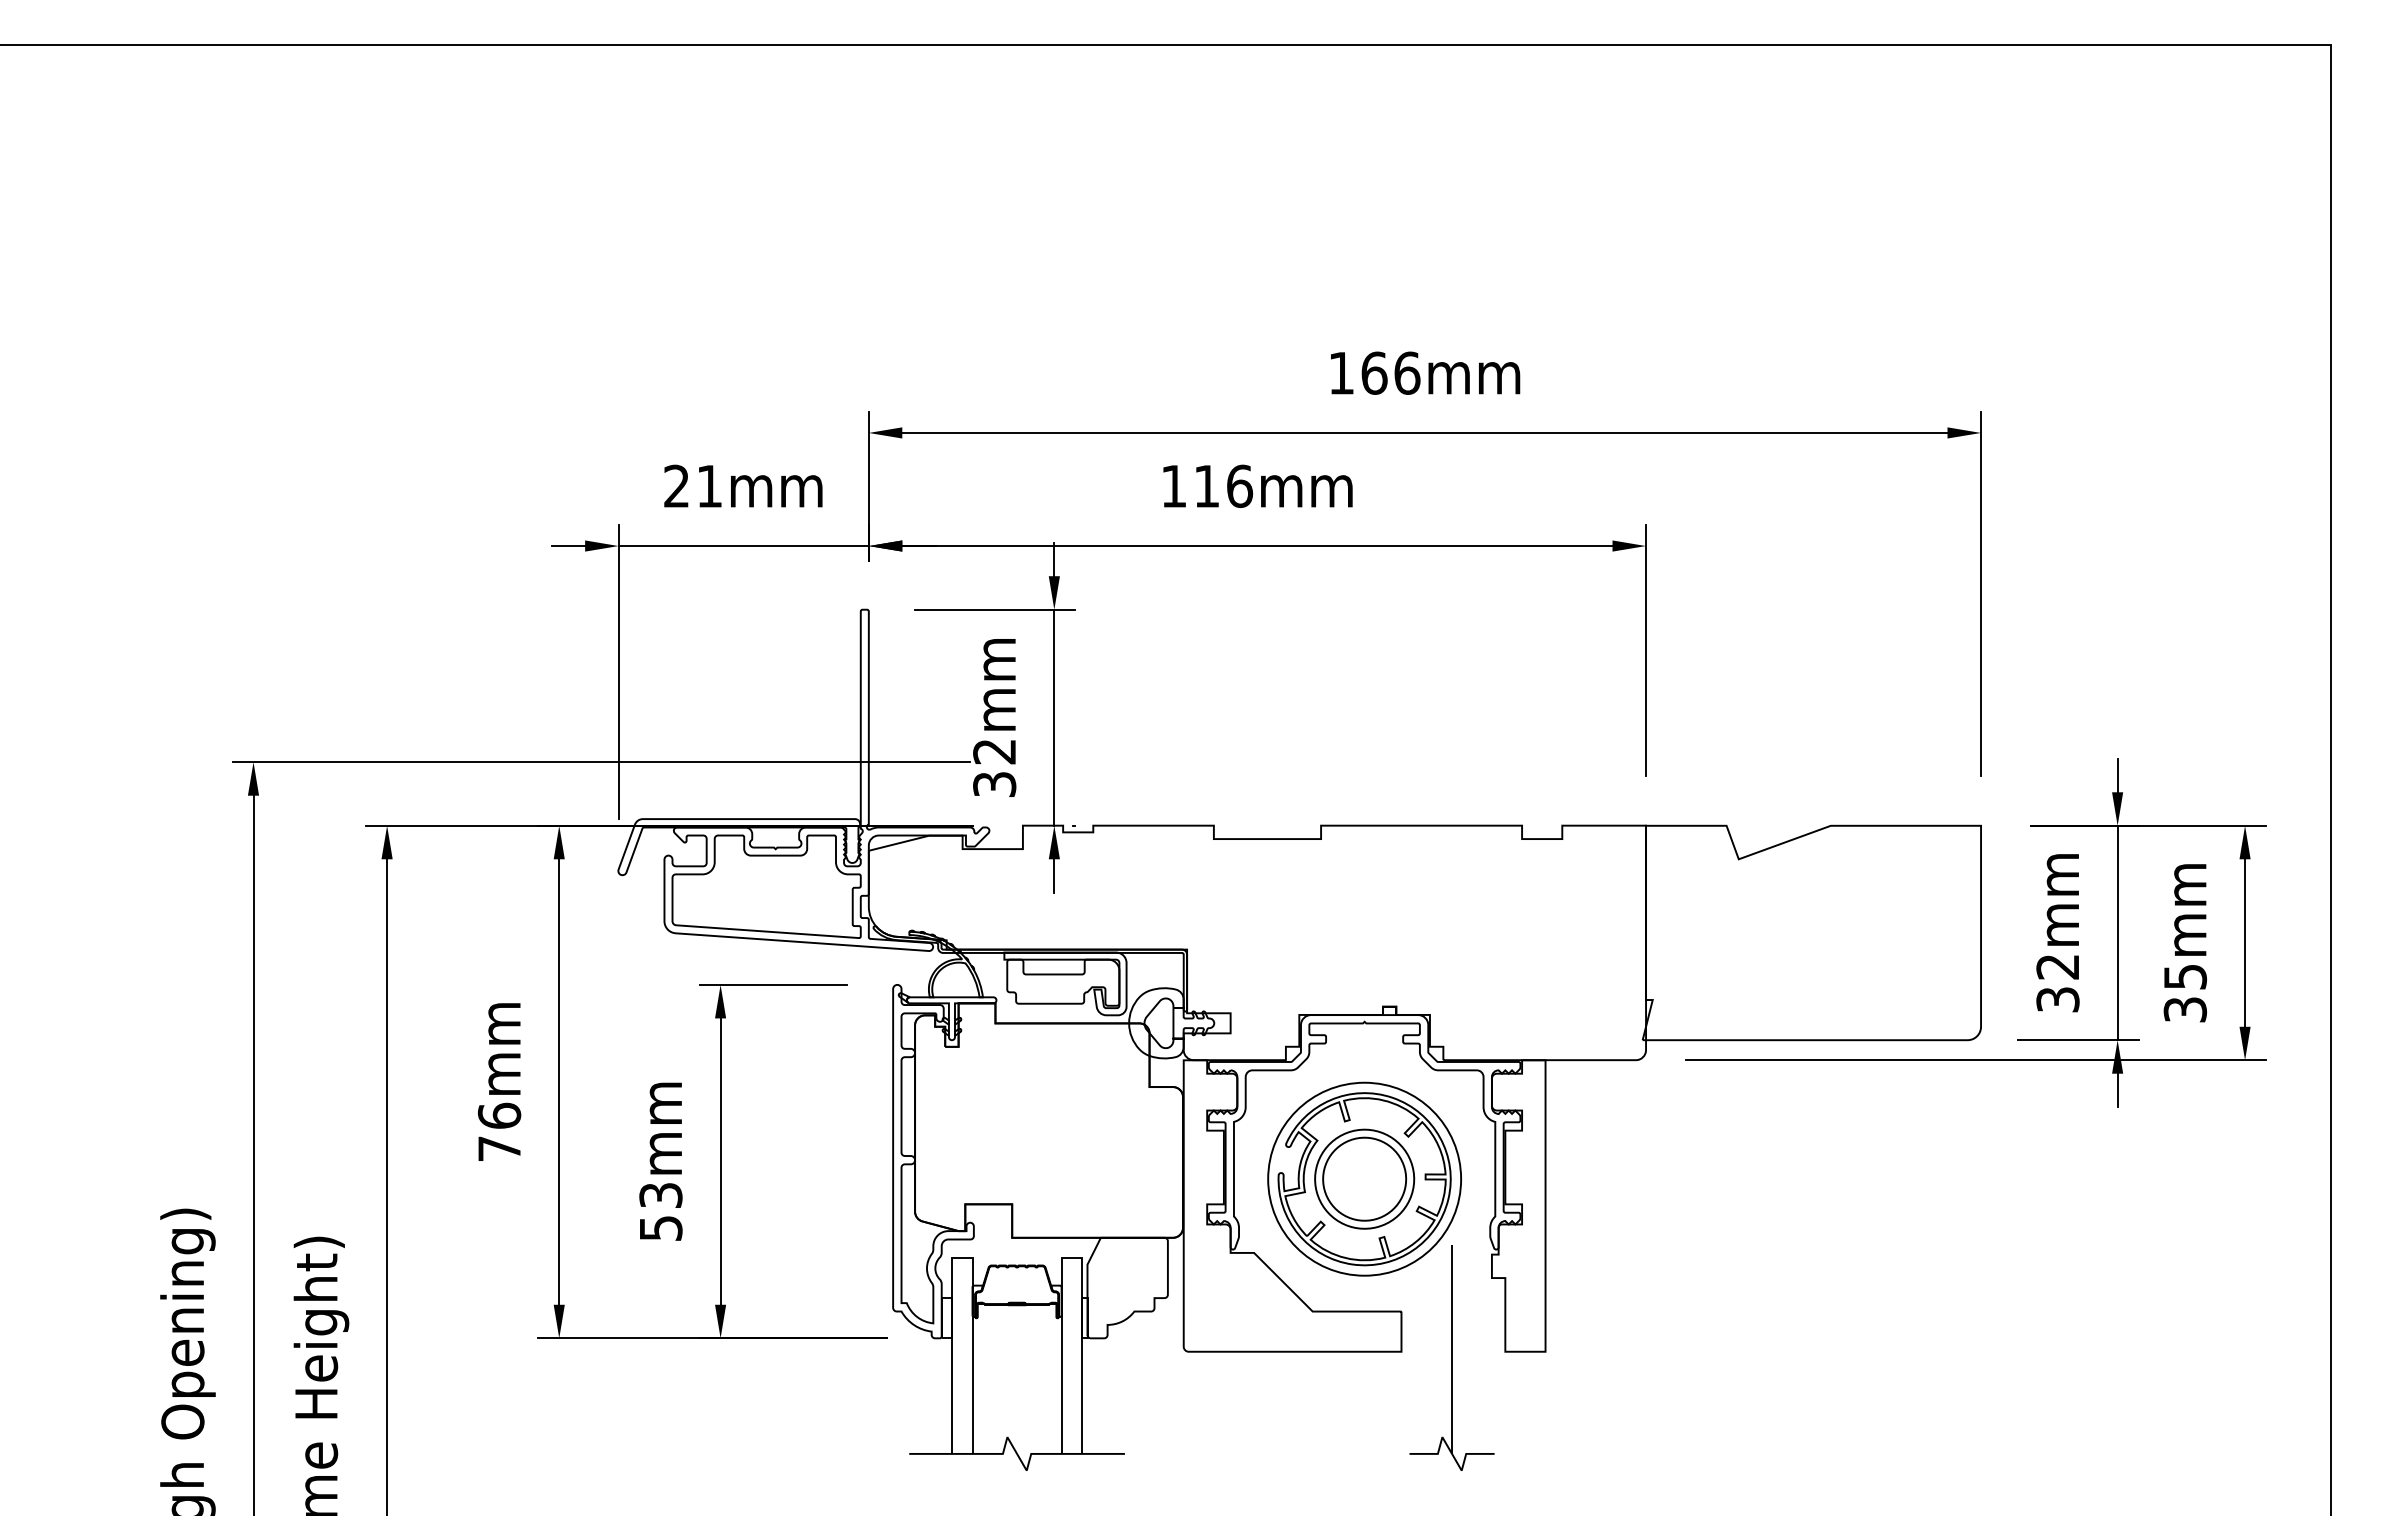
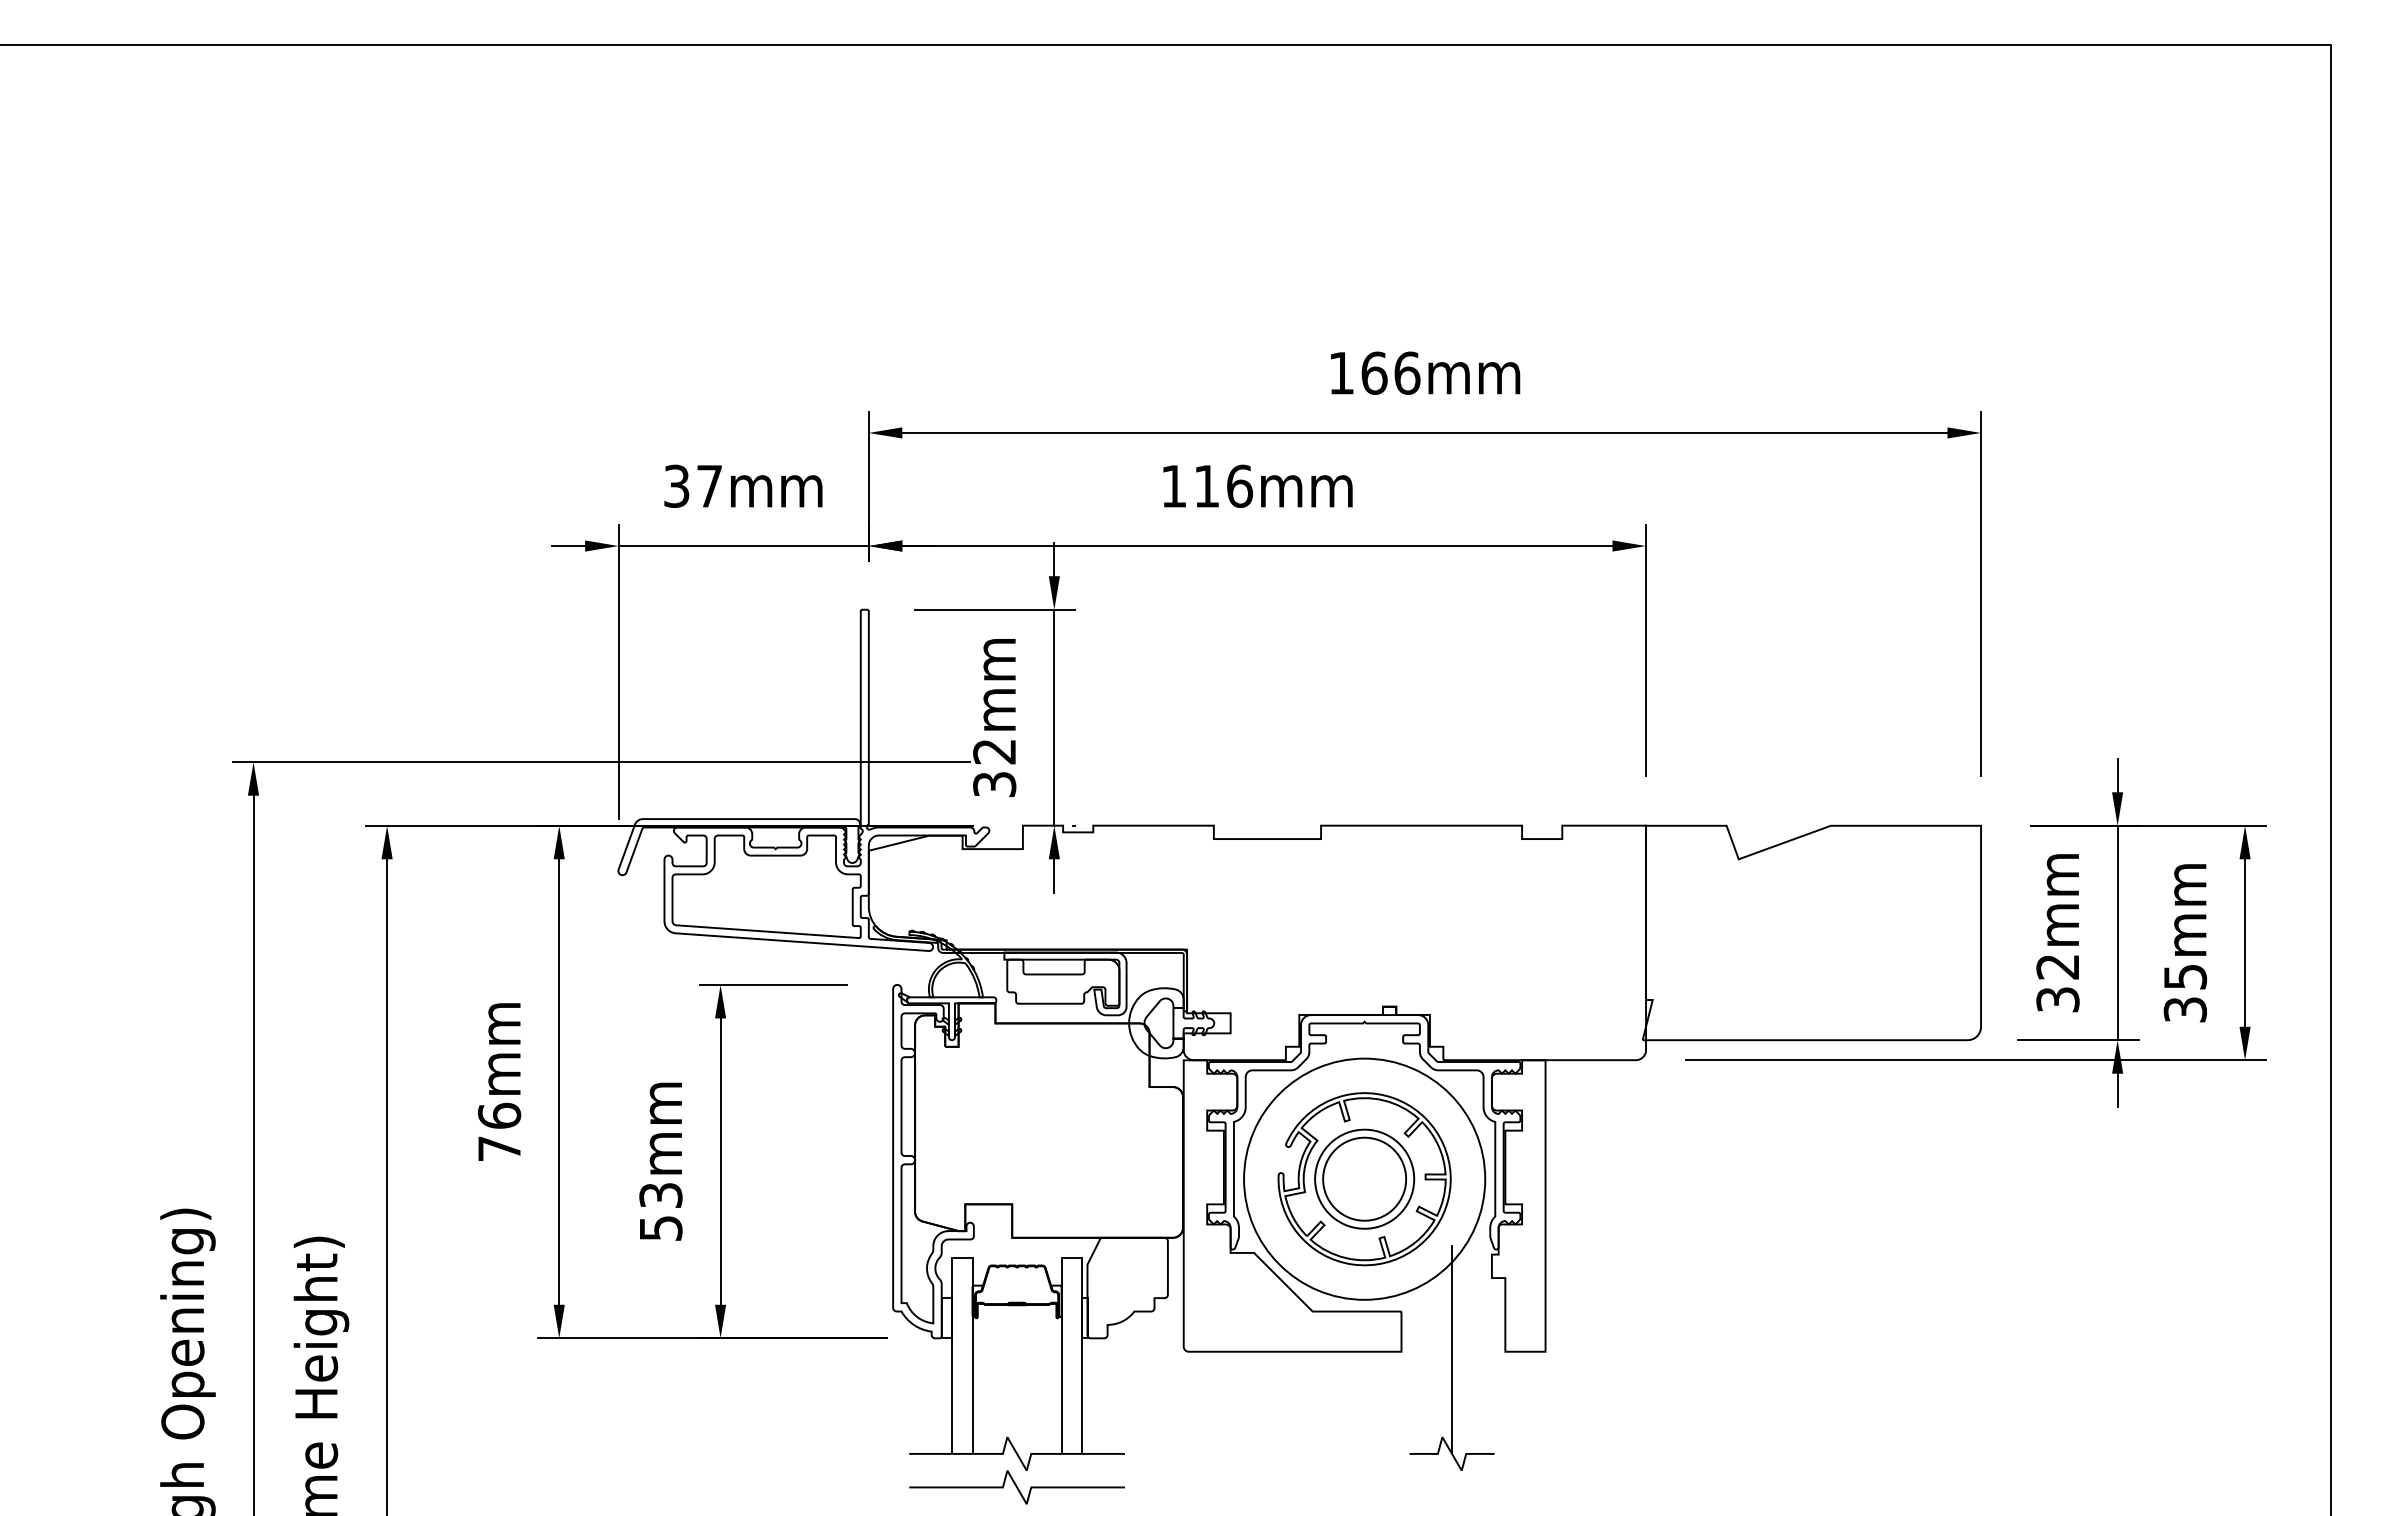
text at (692, 486): 21mm -> 37mm
circle at (1364, 1178) diameter: 193 px -> 241 px
curve at (1016, 1487): none -> present
